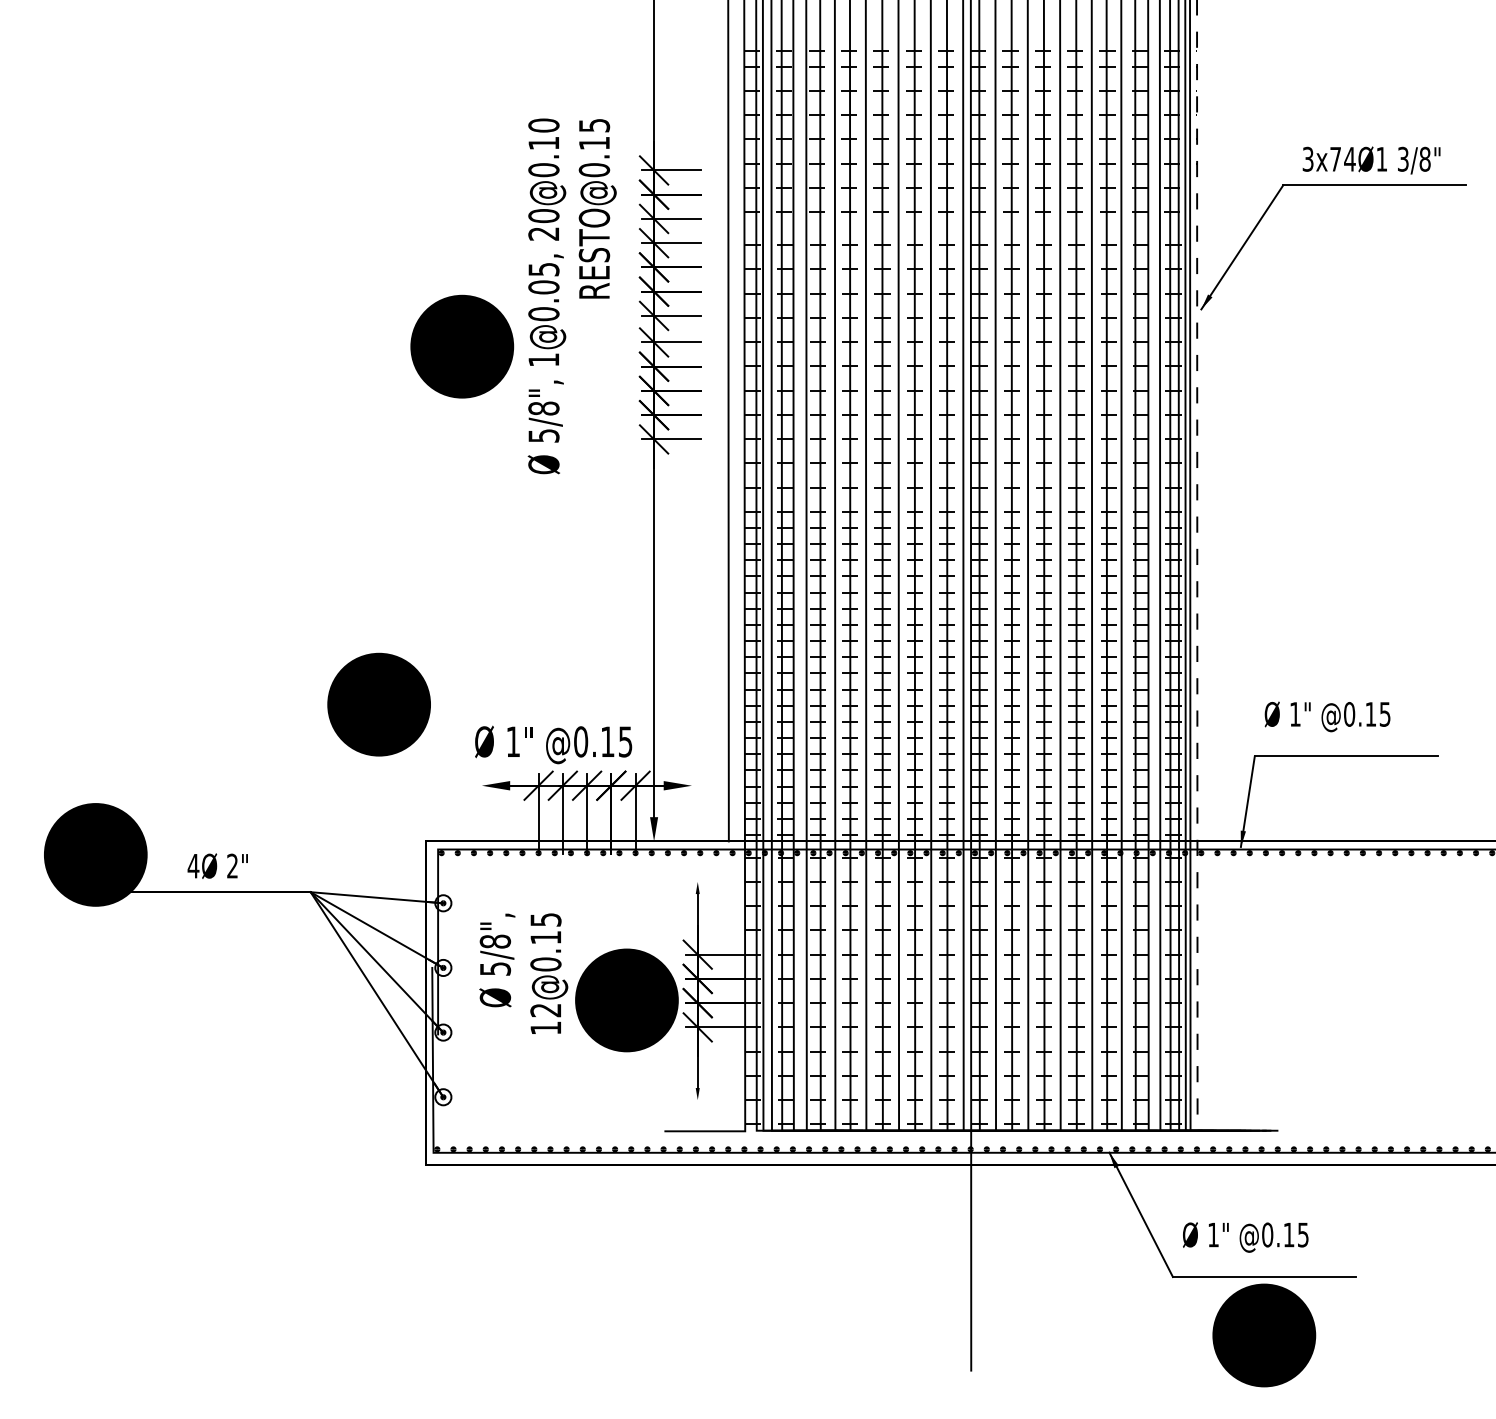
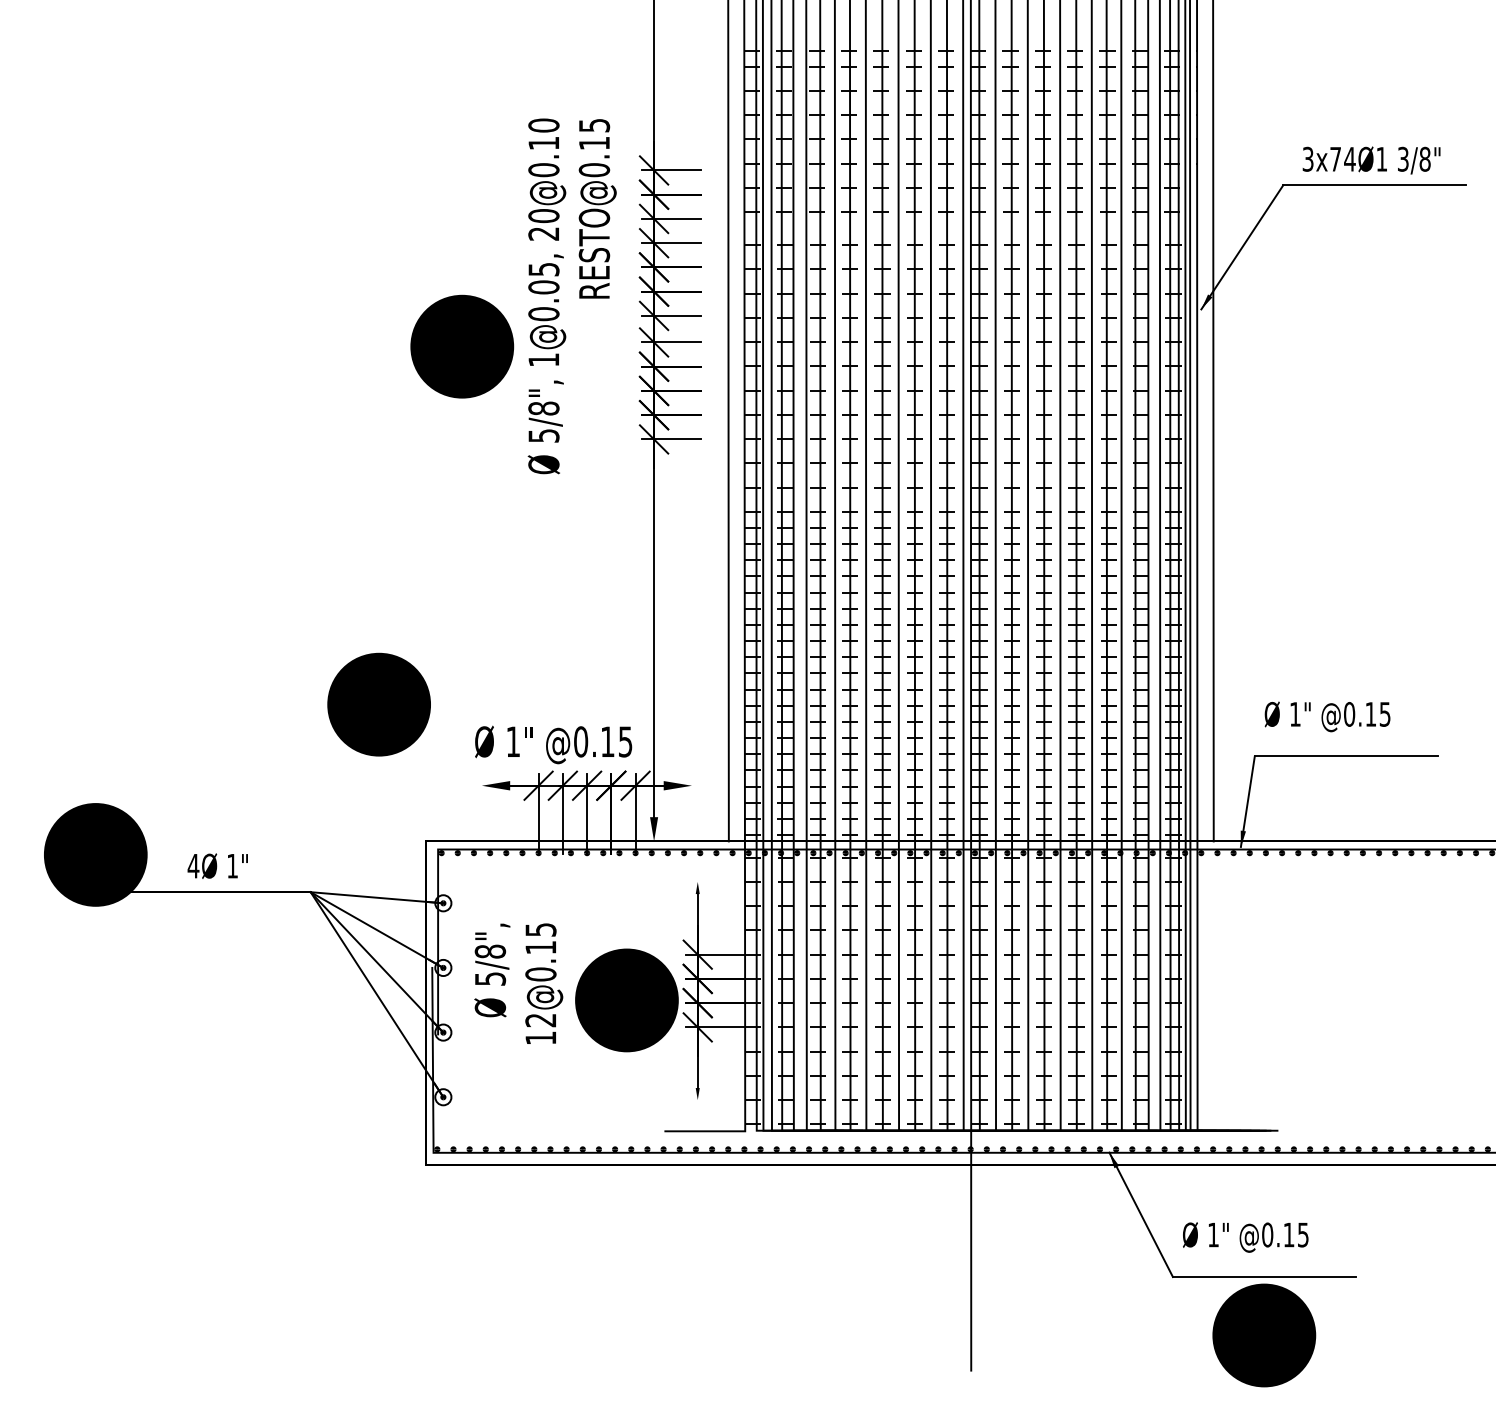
line at (1213, 421): none -> present
line at (1197, 605): dashed -> solid
text at (232, 865): 2" -> 1"
text at (523, 973) position: (523, 973) -> (518, 983)
